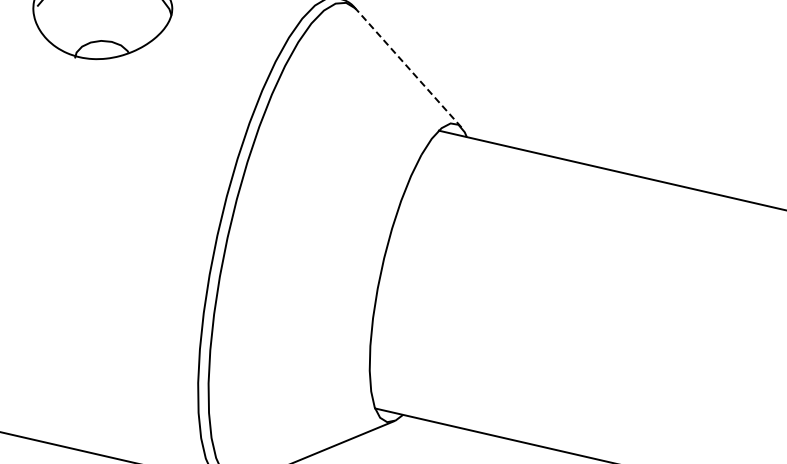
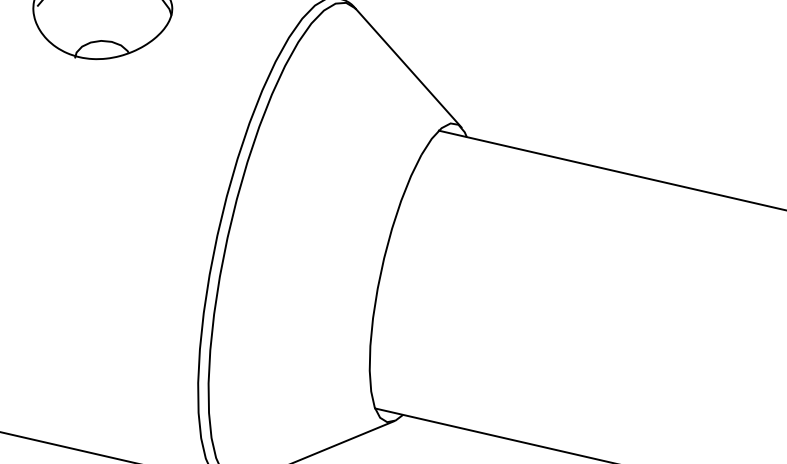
line at (408, 67): dashed -> solid
